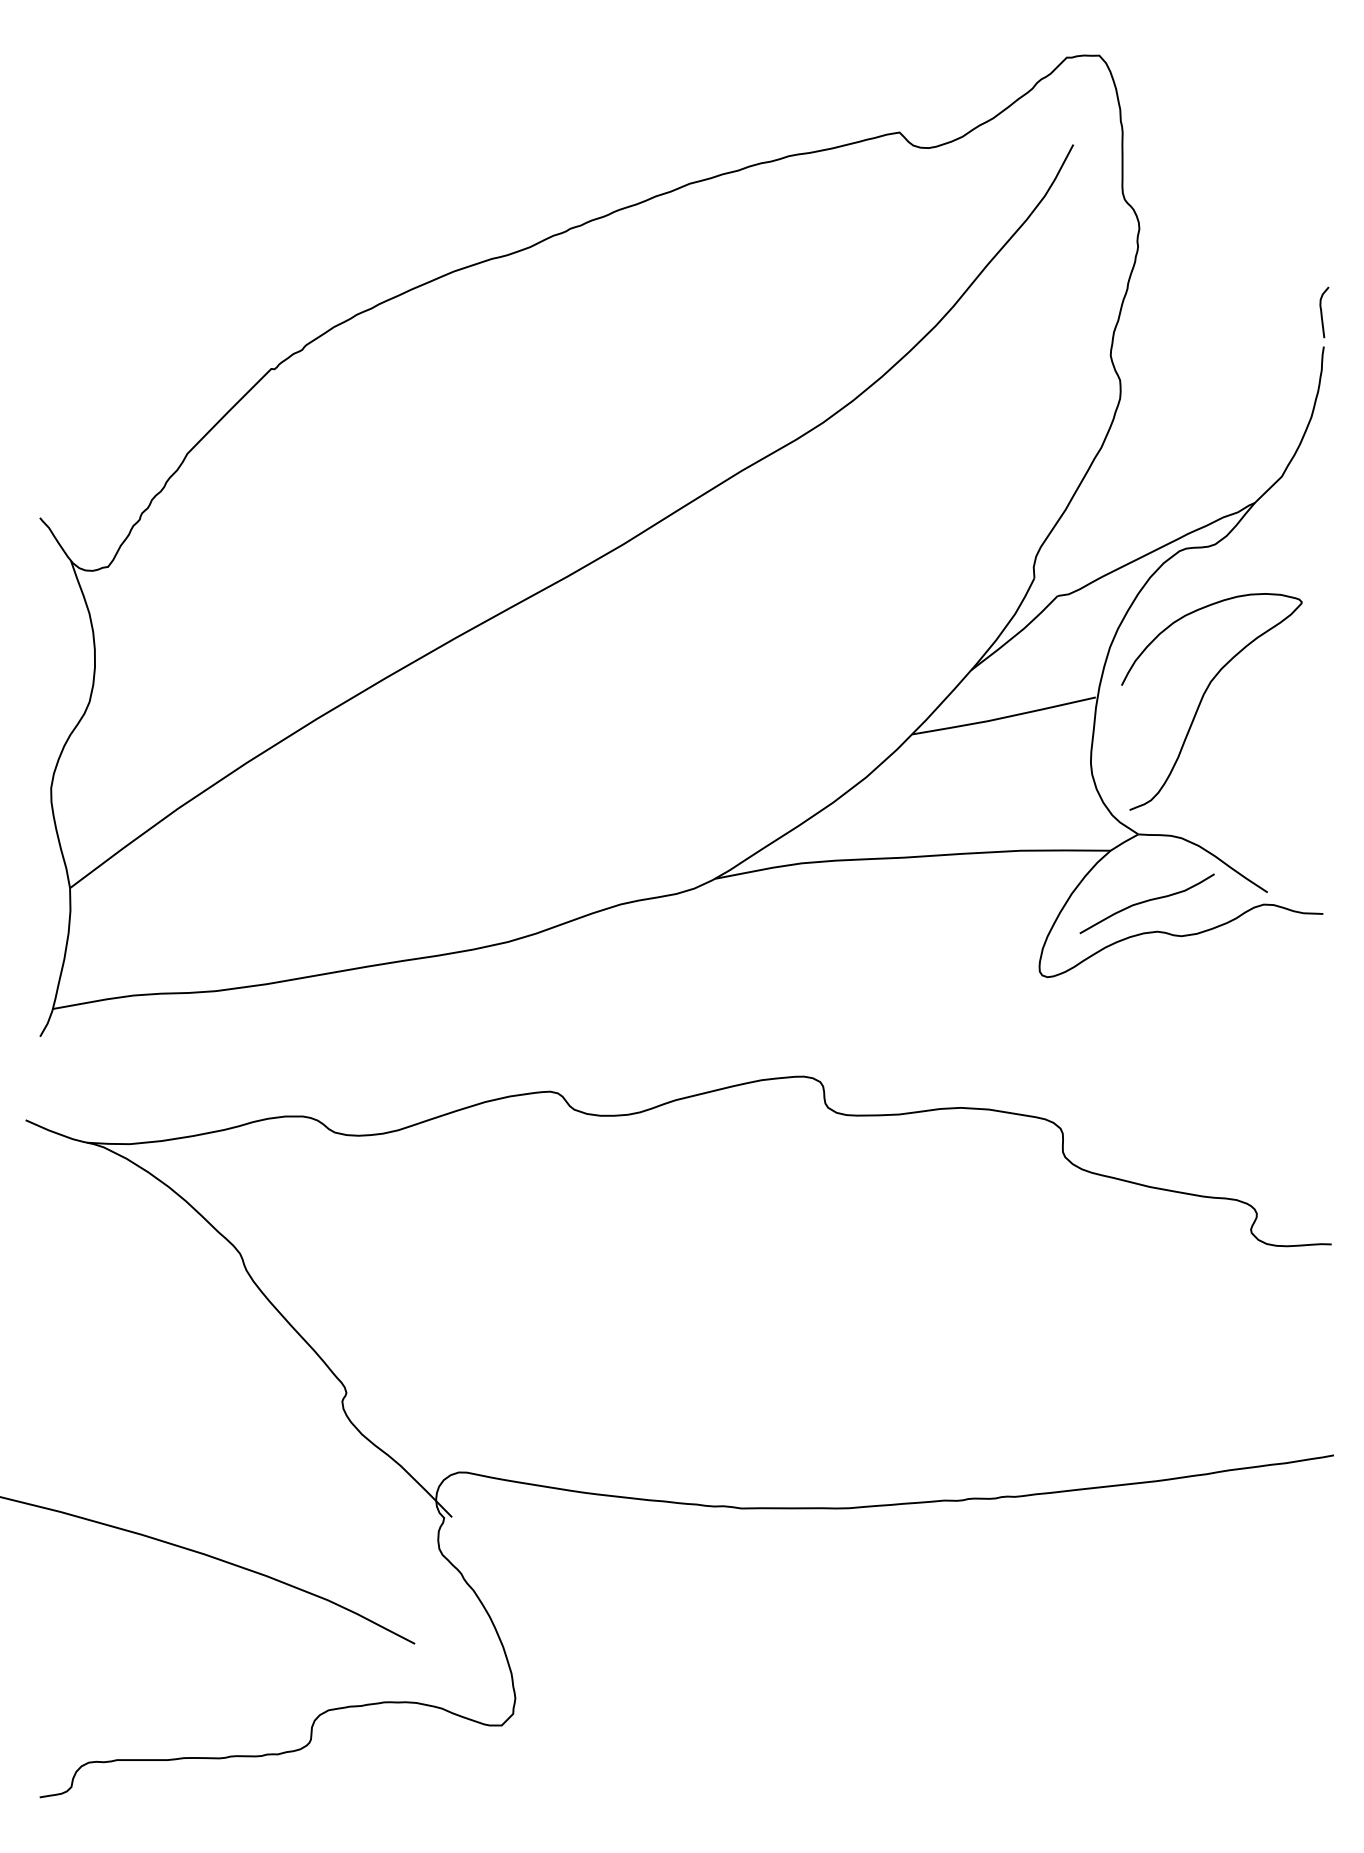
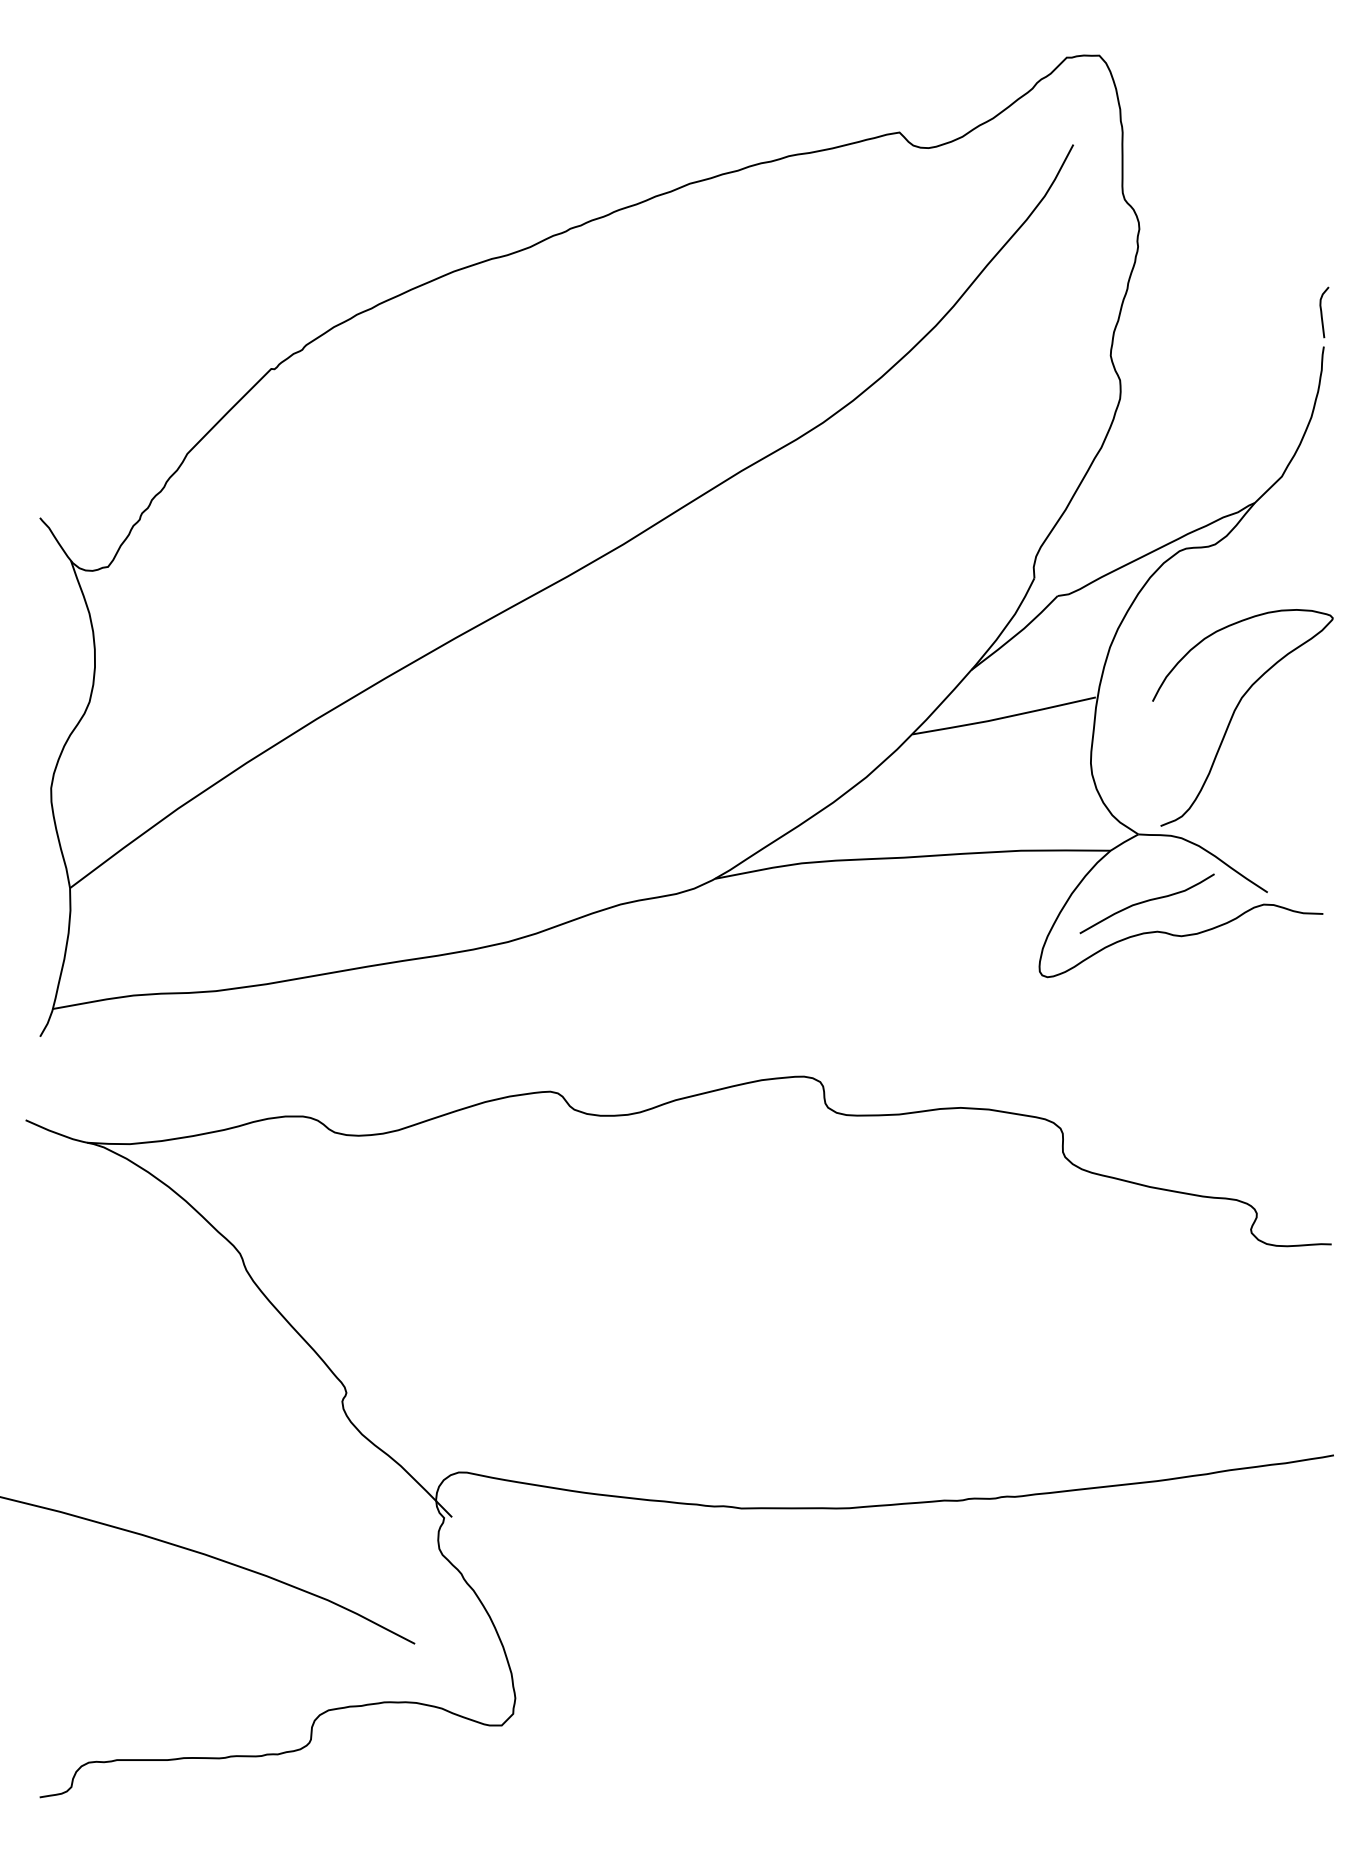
curve at (1203, 698) position: (1203, 698) -> (1234, 714)
